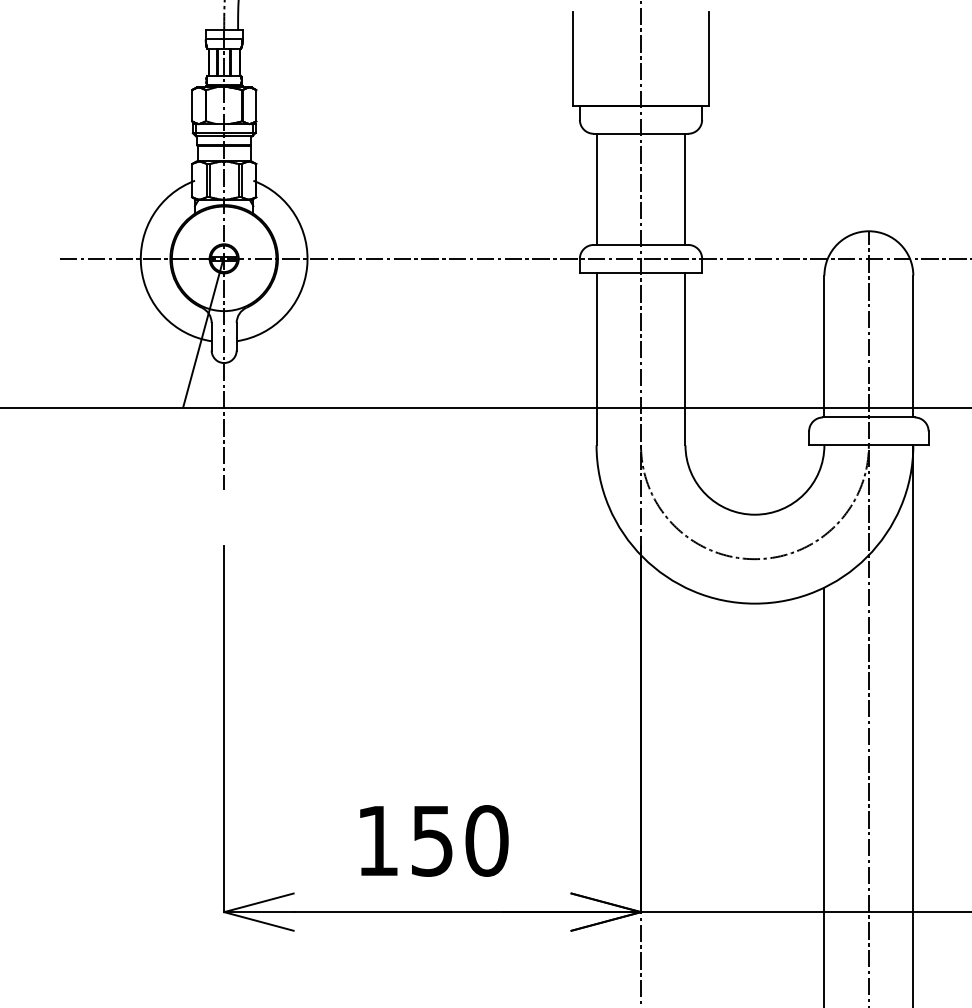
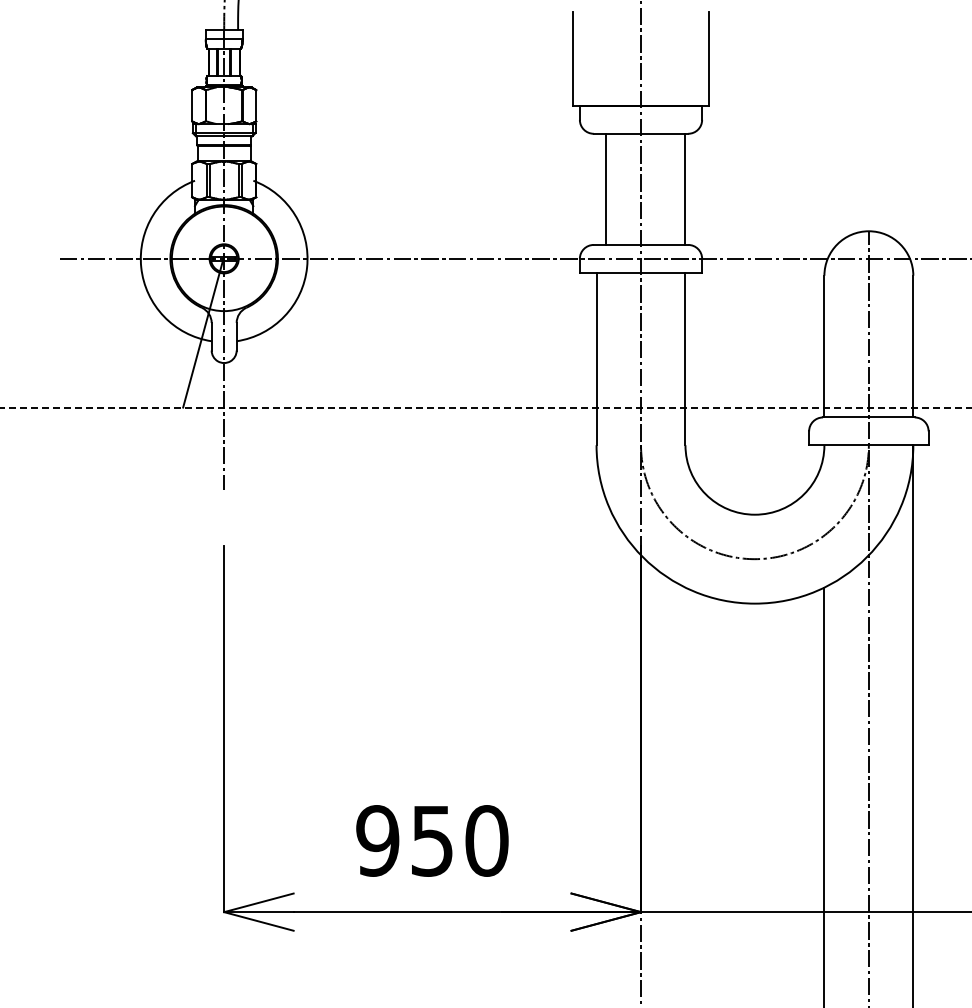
line at (596, 188) position: (596, 188) -> (605, 188)
line at (485, 407): solid -> dashed
text at (377, 840): 150 -> 950
